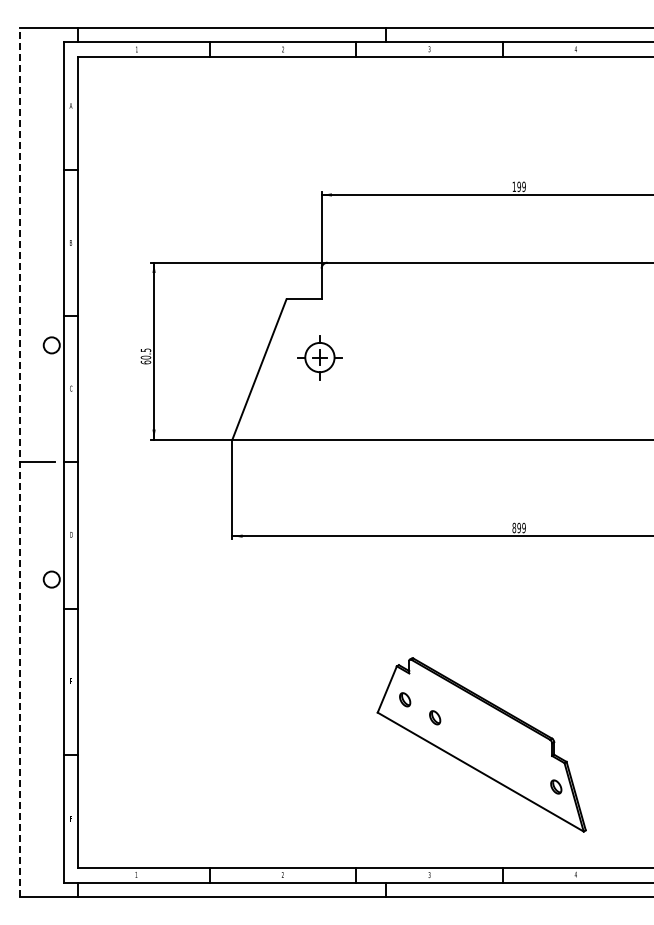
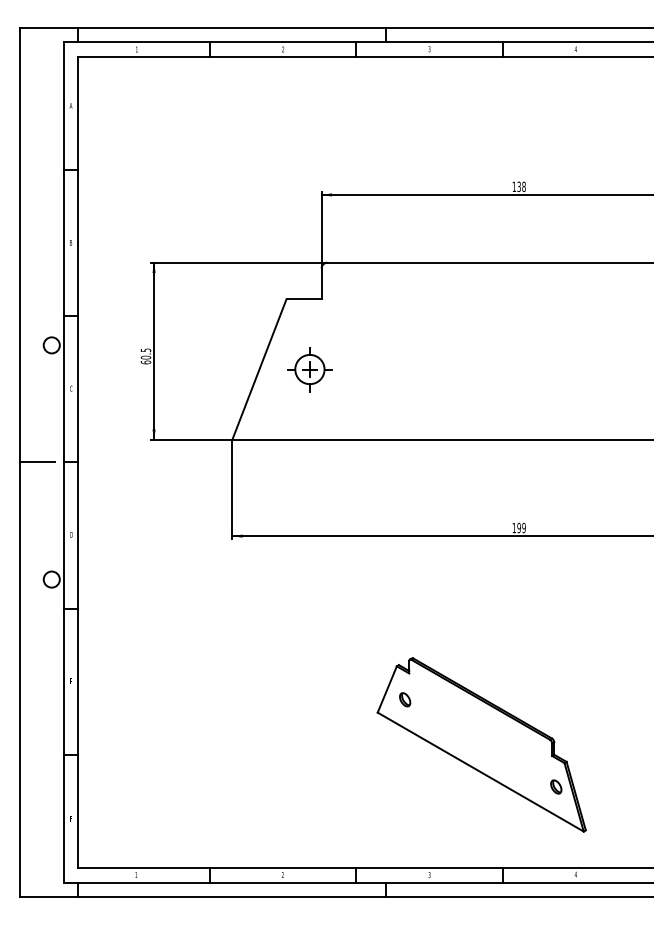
text at (521, 186): 199 -> 138
part at (319, 357) position: (319, 357) -> (309, 369)
line at (19, 462): dashed -> solid
text at (514, 527): 899 -> 199
part at (435, 717): present -> none
